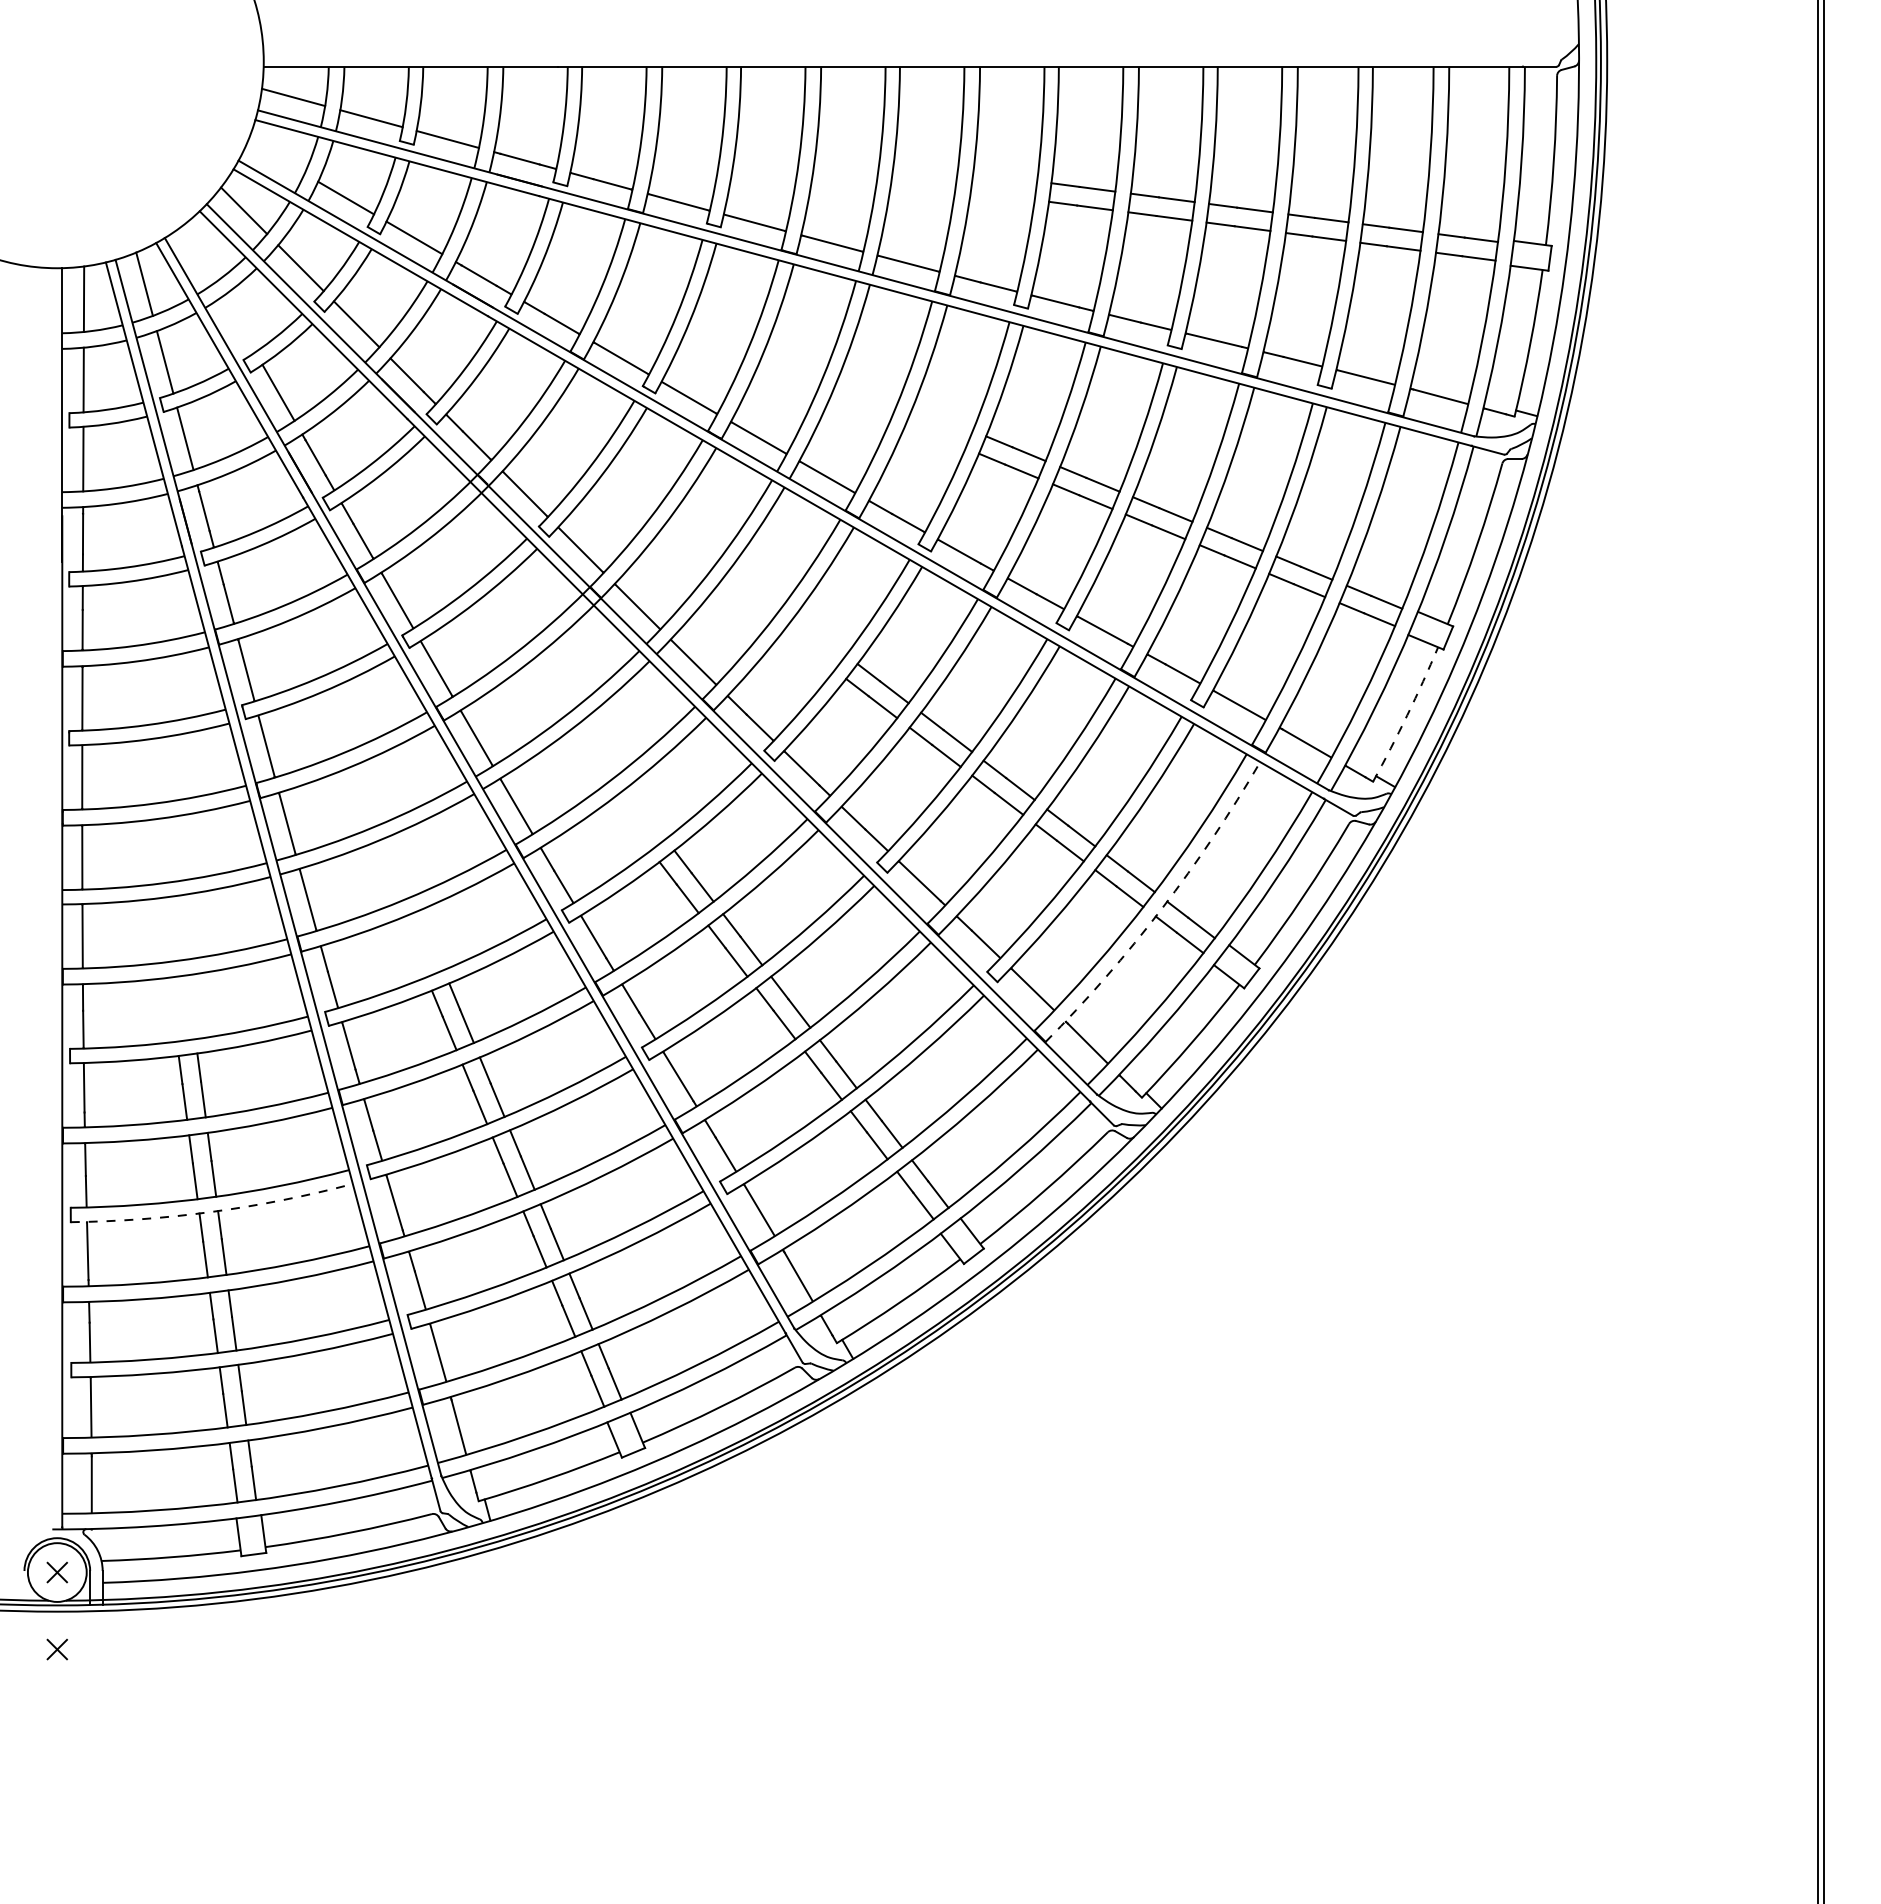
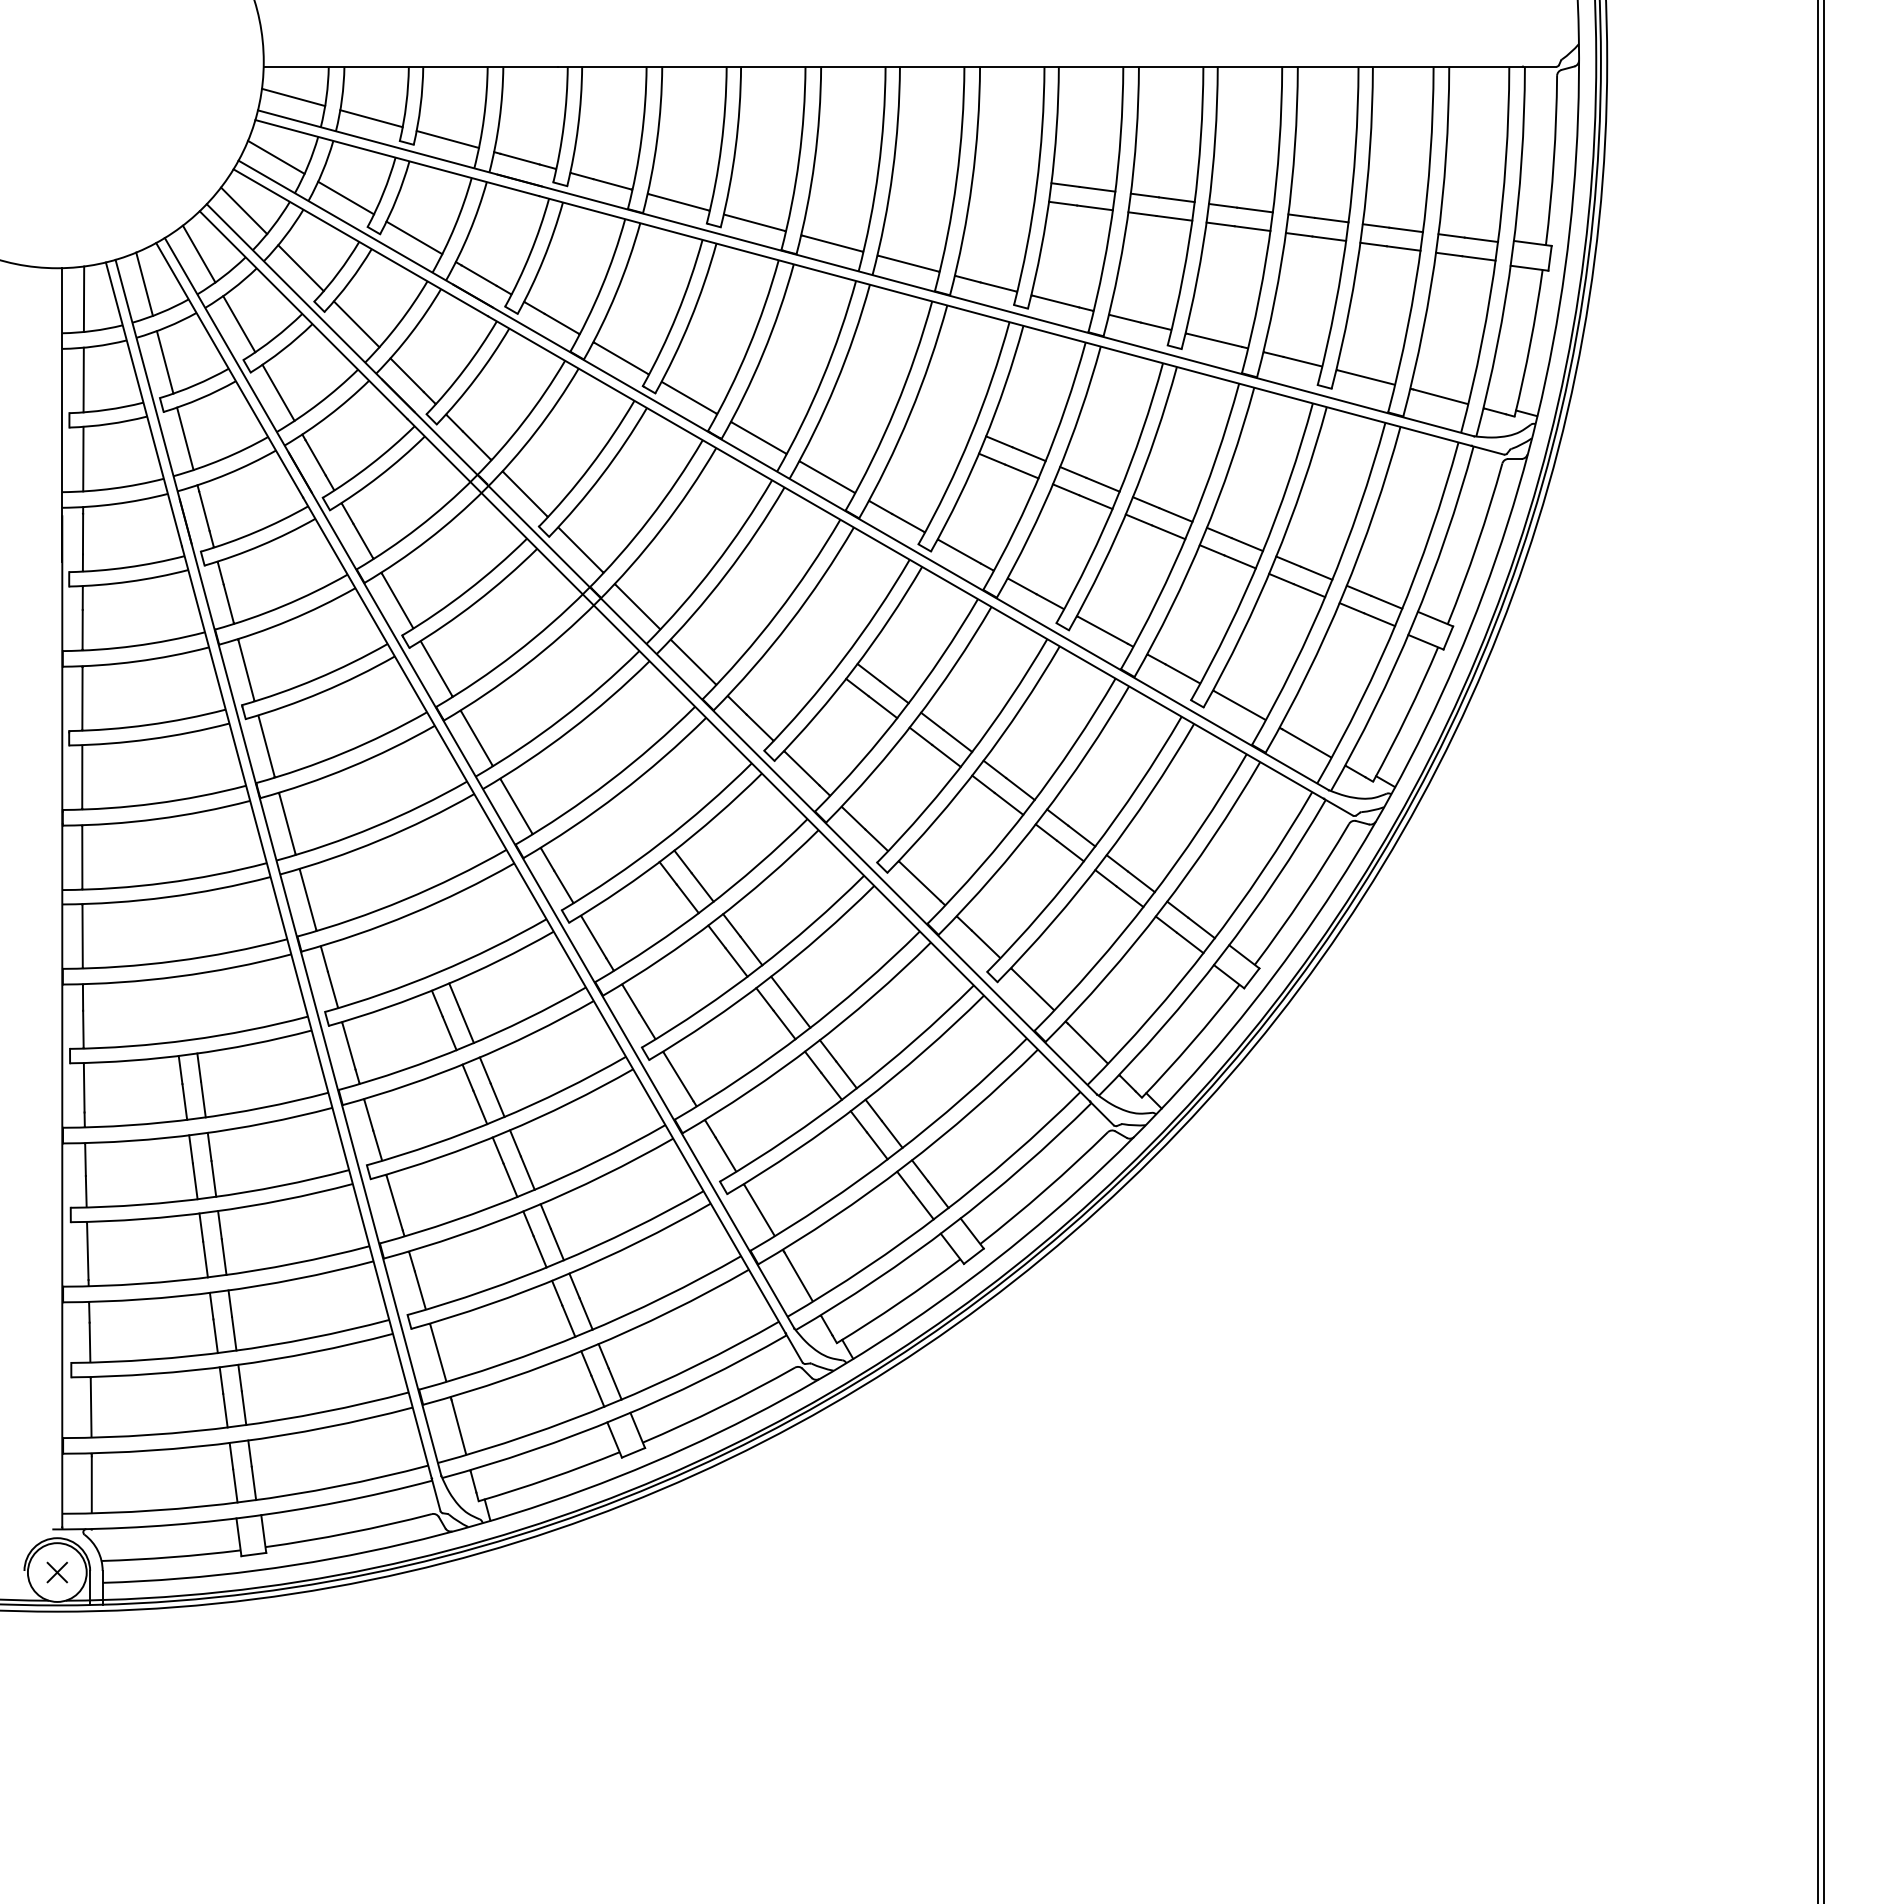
line at (276, 156): none -> present
line at (198, 253): none -> present
line at (239, 324): none -> present
arc at (1407, 715): dashed -> solid
arc at (1161, 908): dashed -> solid
arc at (213, 1211): dashed -> solid
part at (56, 1649): present -> none
